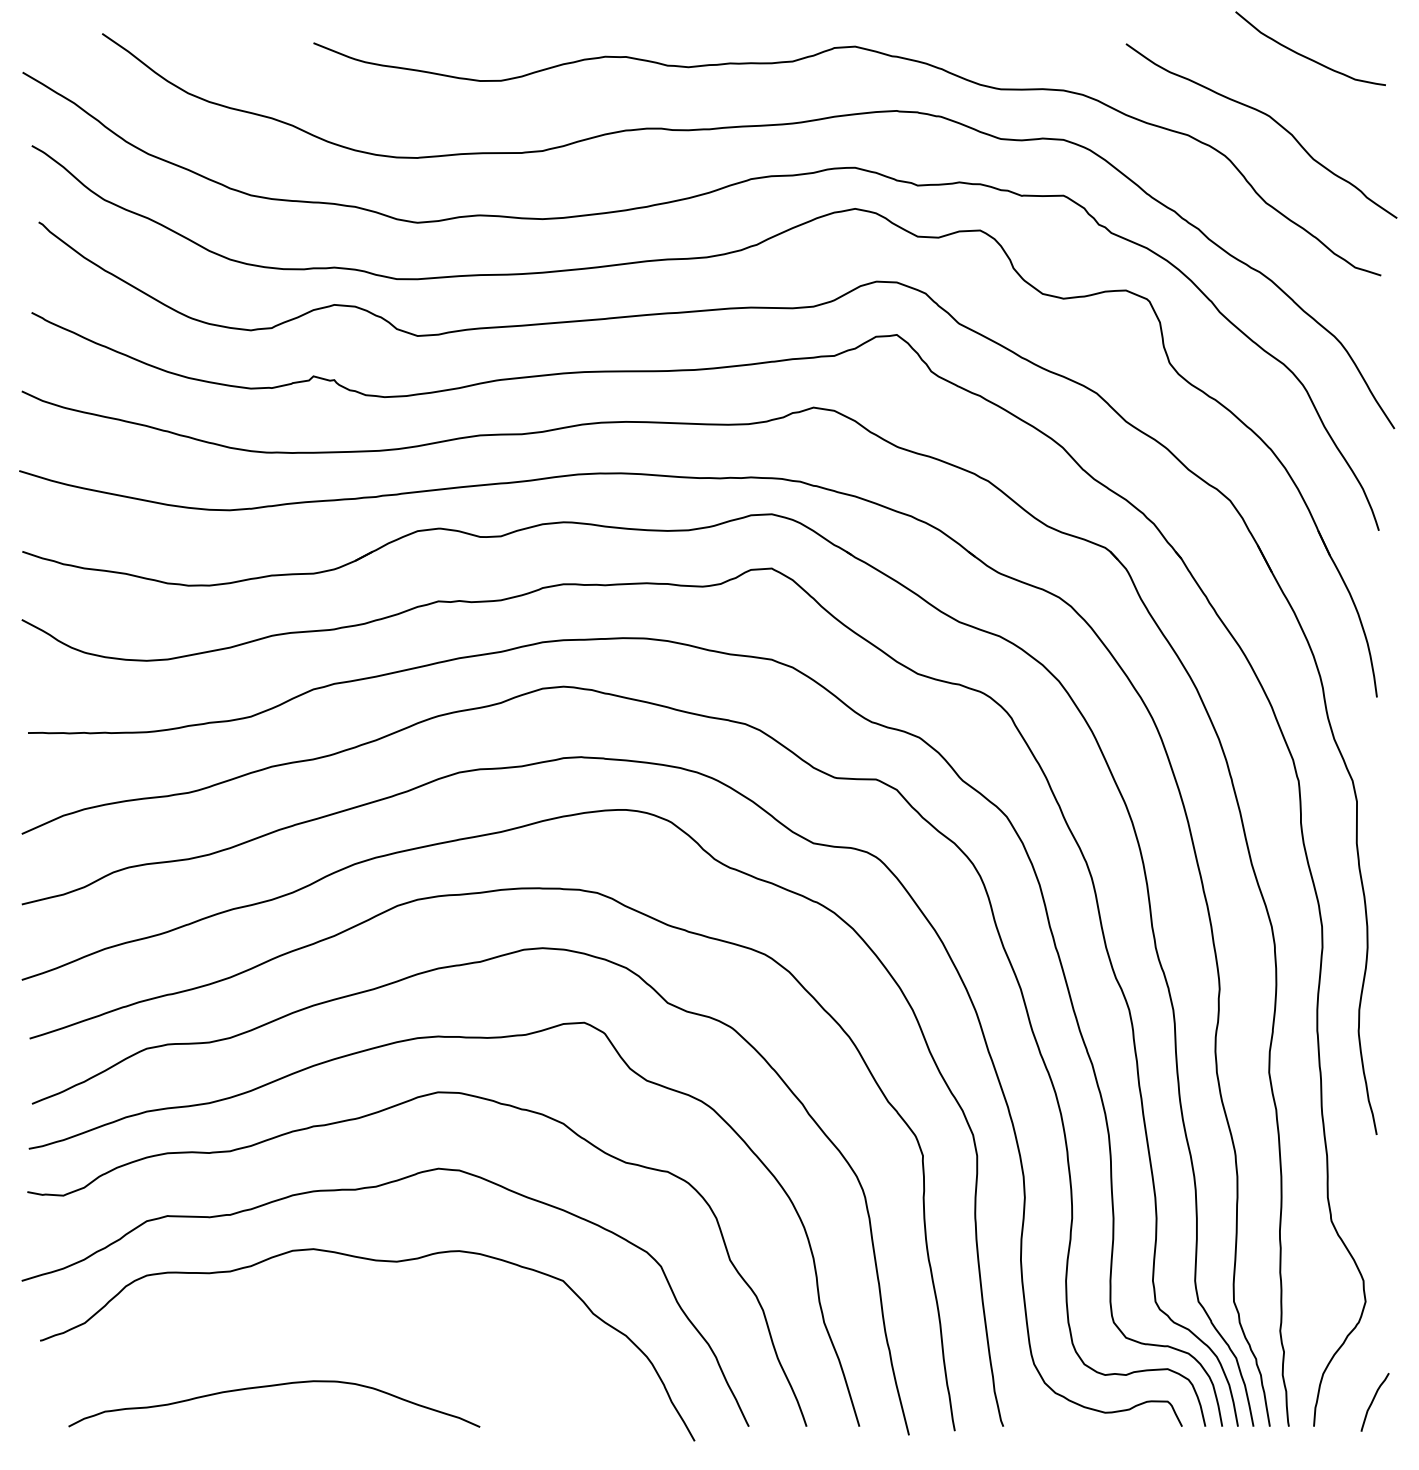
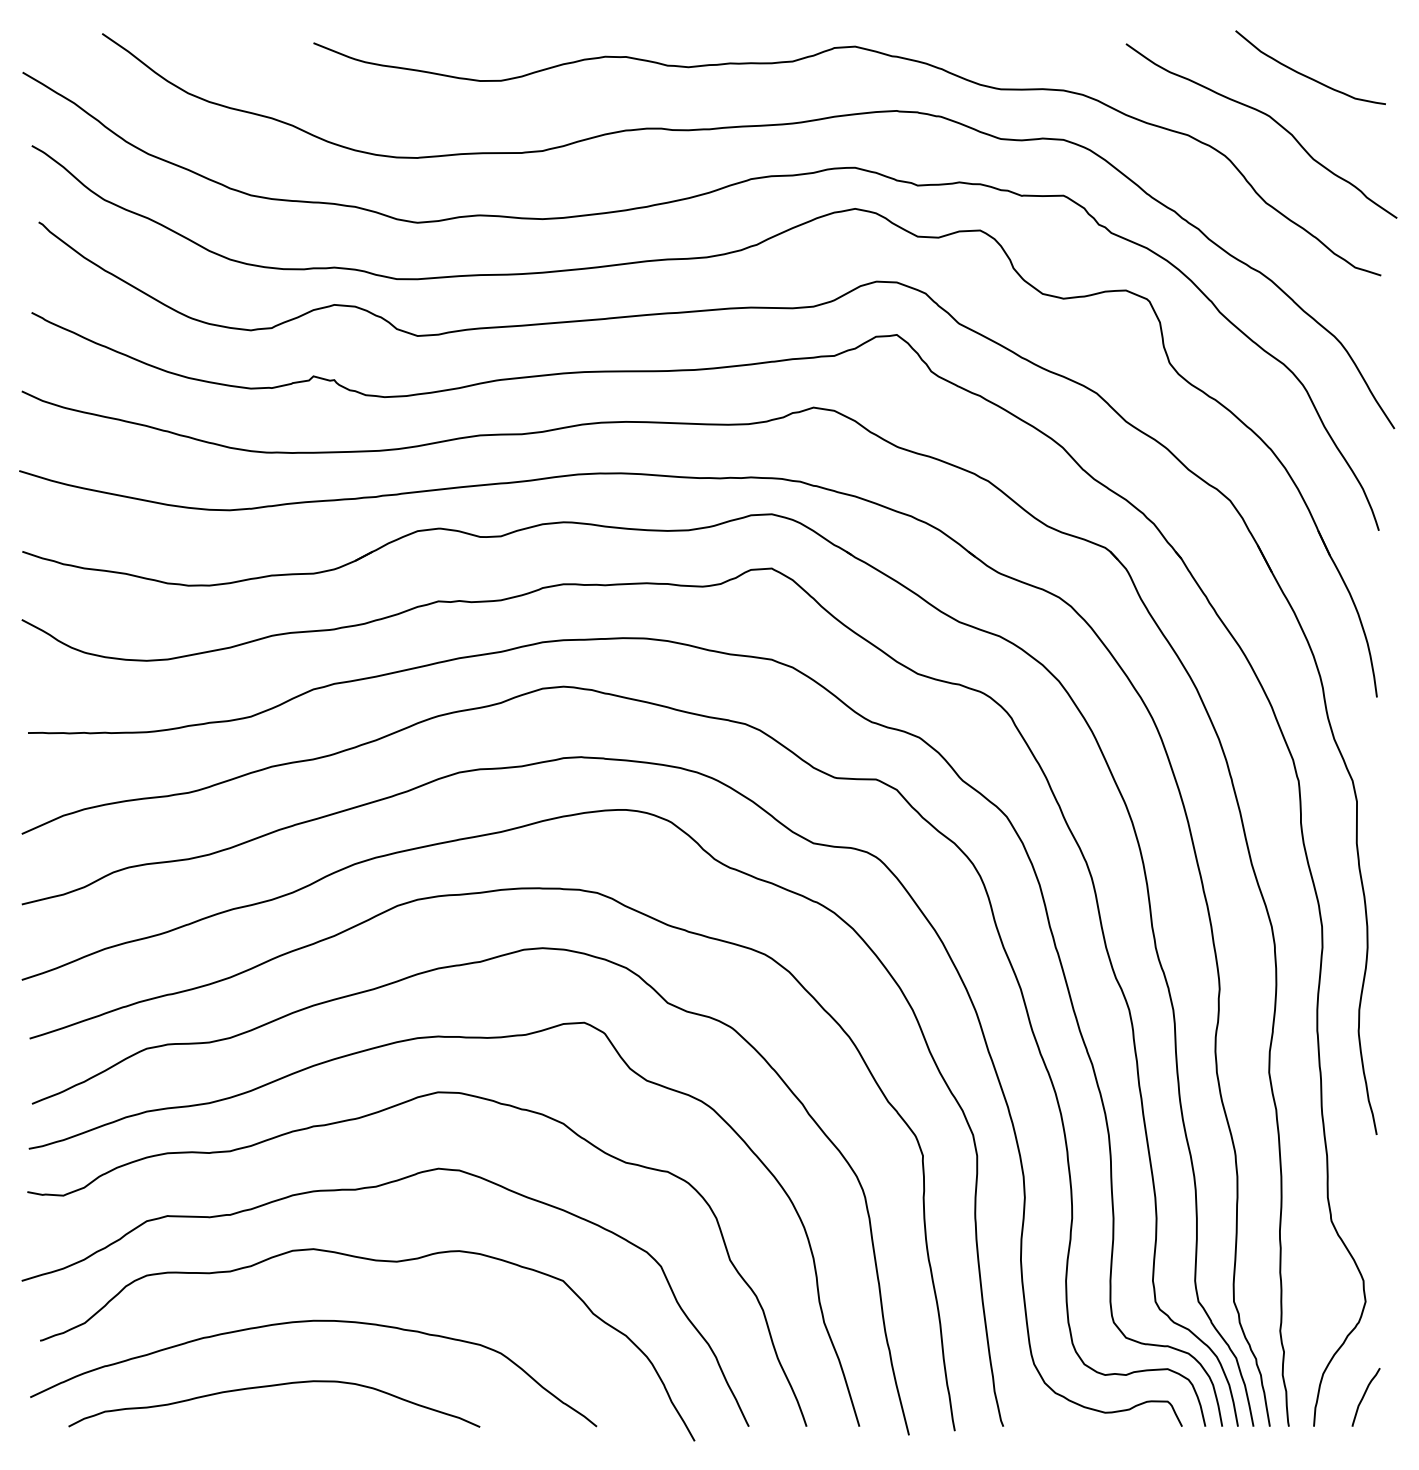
curve at (1306, 56) position: (1306, 56) -> (1306, 75)
curve at (307, 1322): none -> present
curve at (1373, 1401) position: (1373, 1401) -> (1364, 1396)
